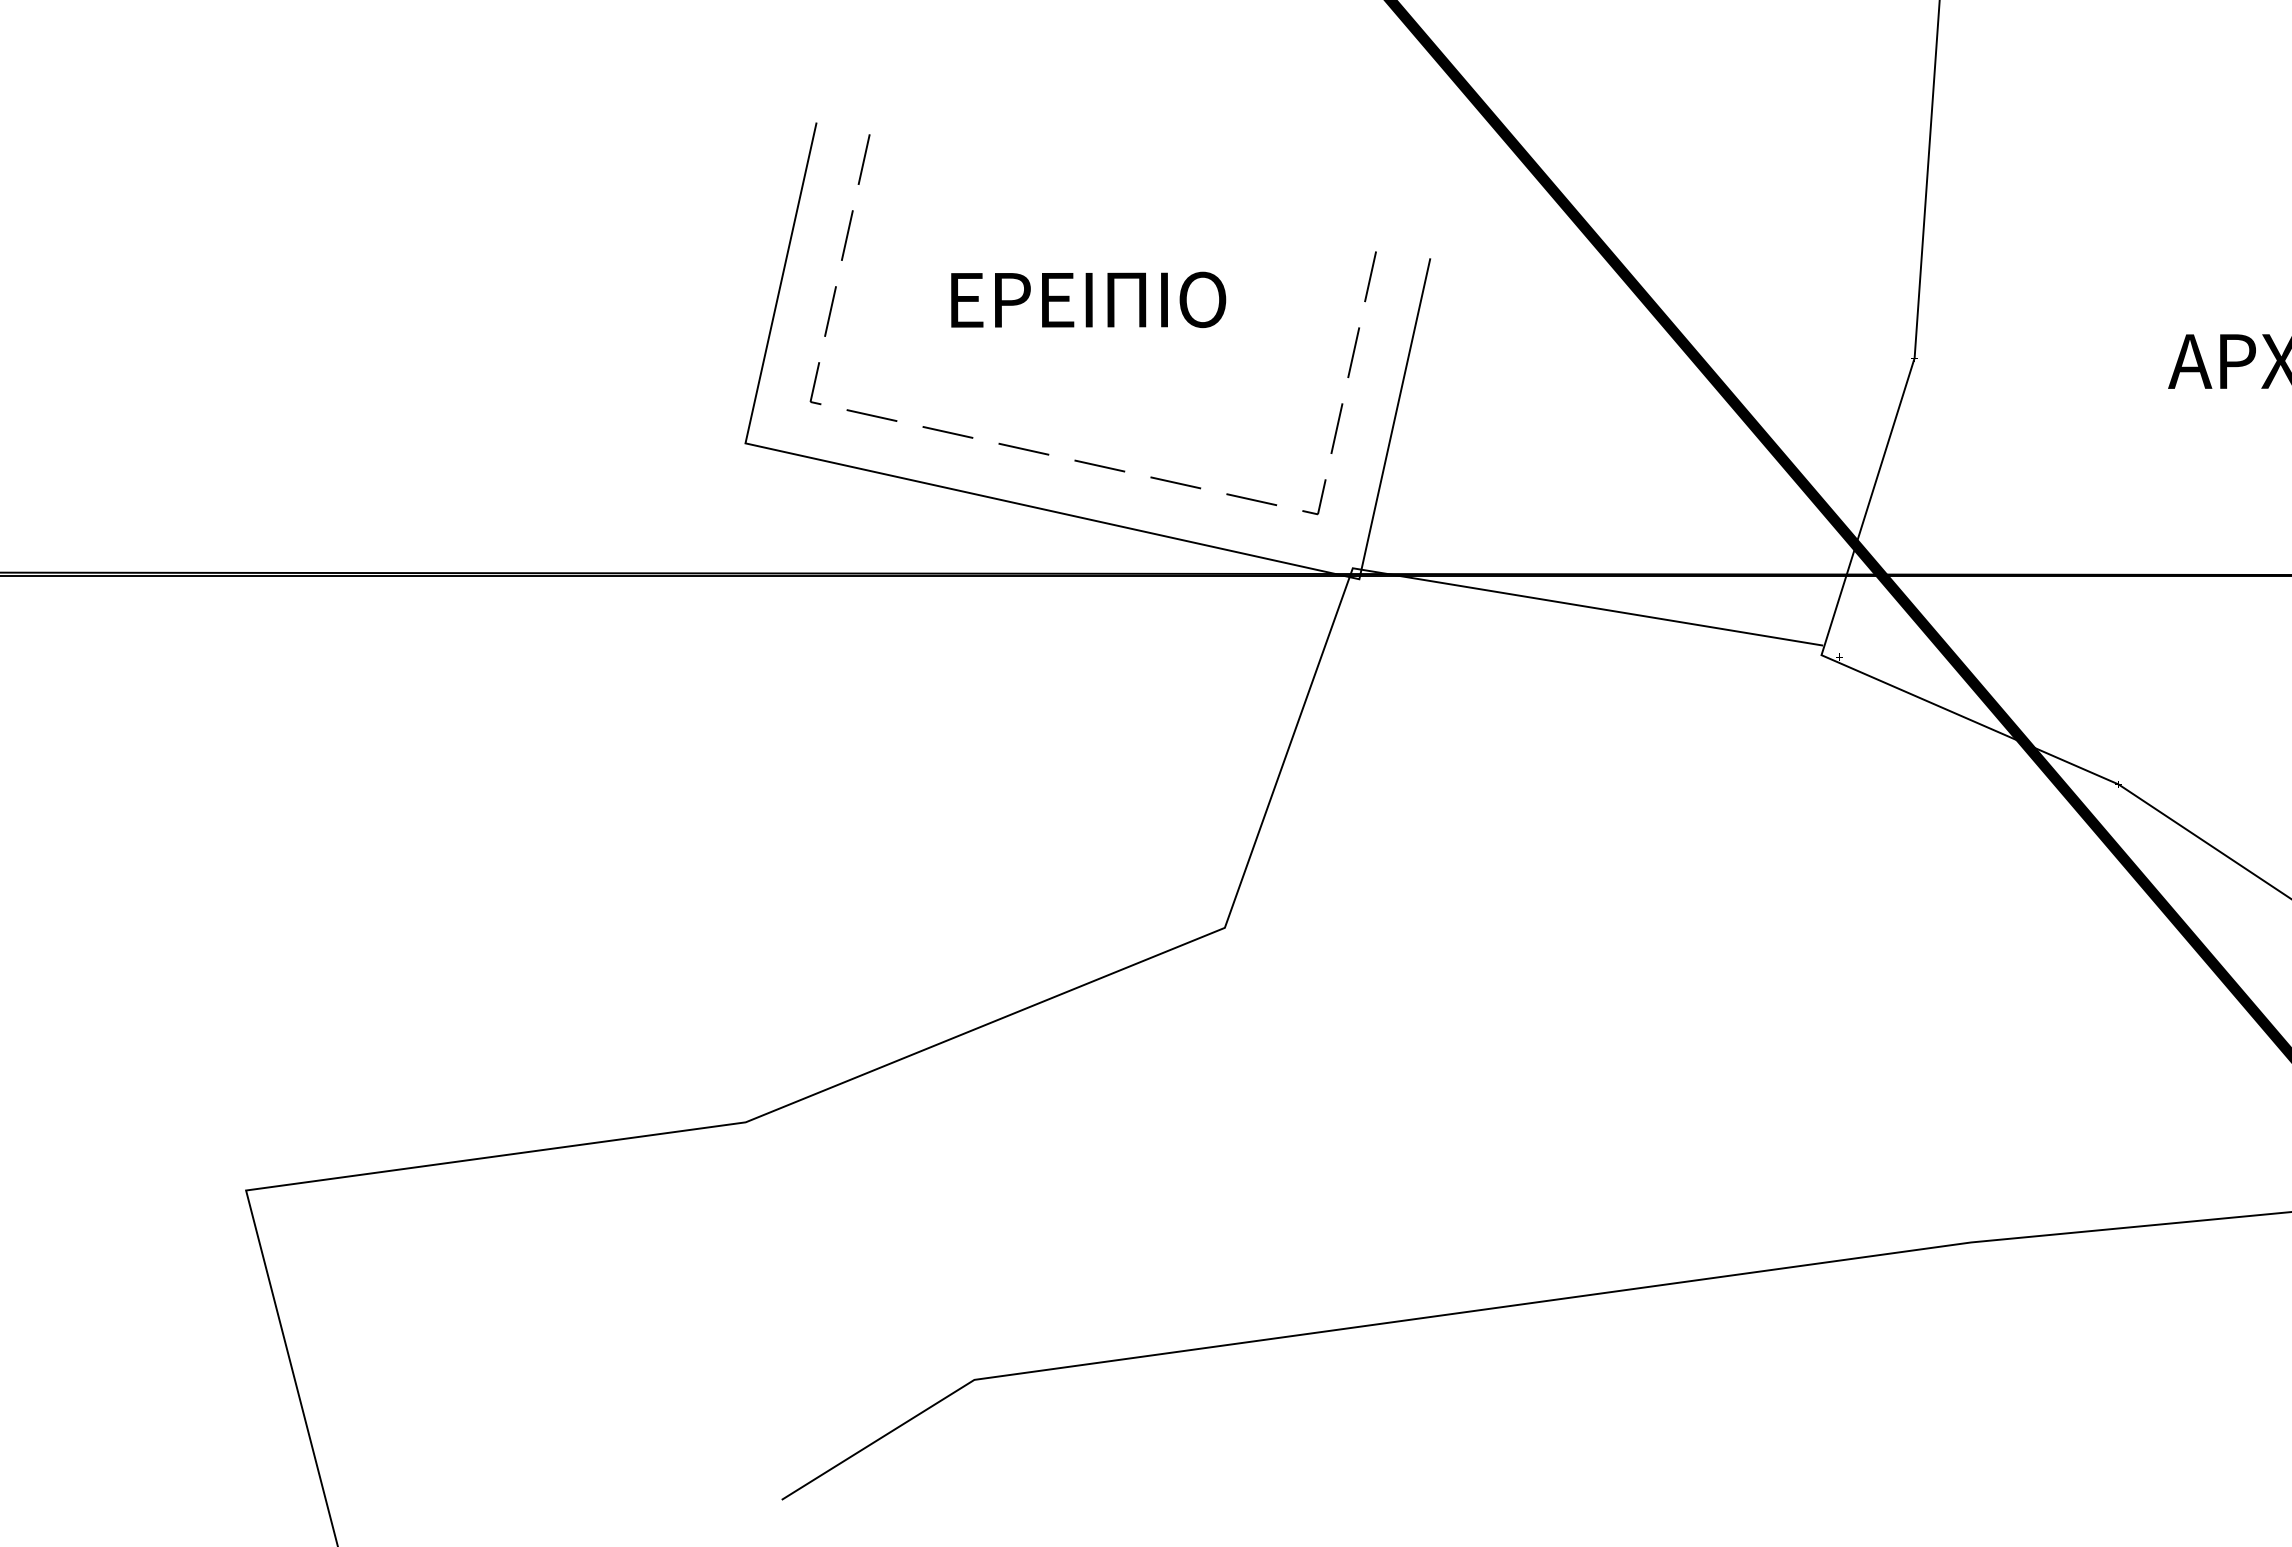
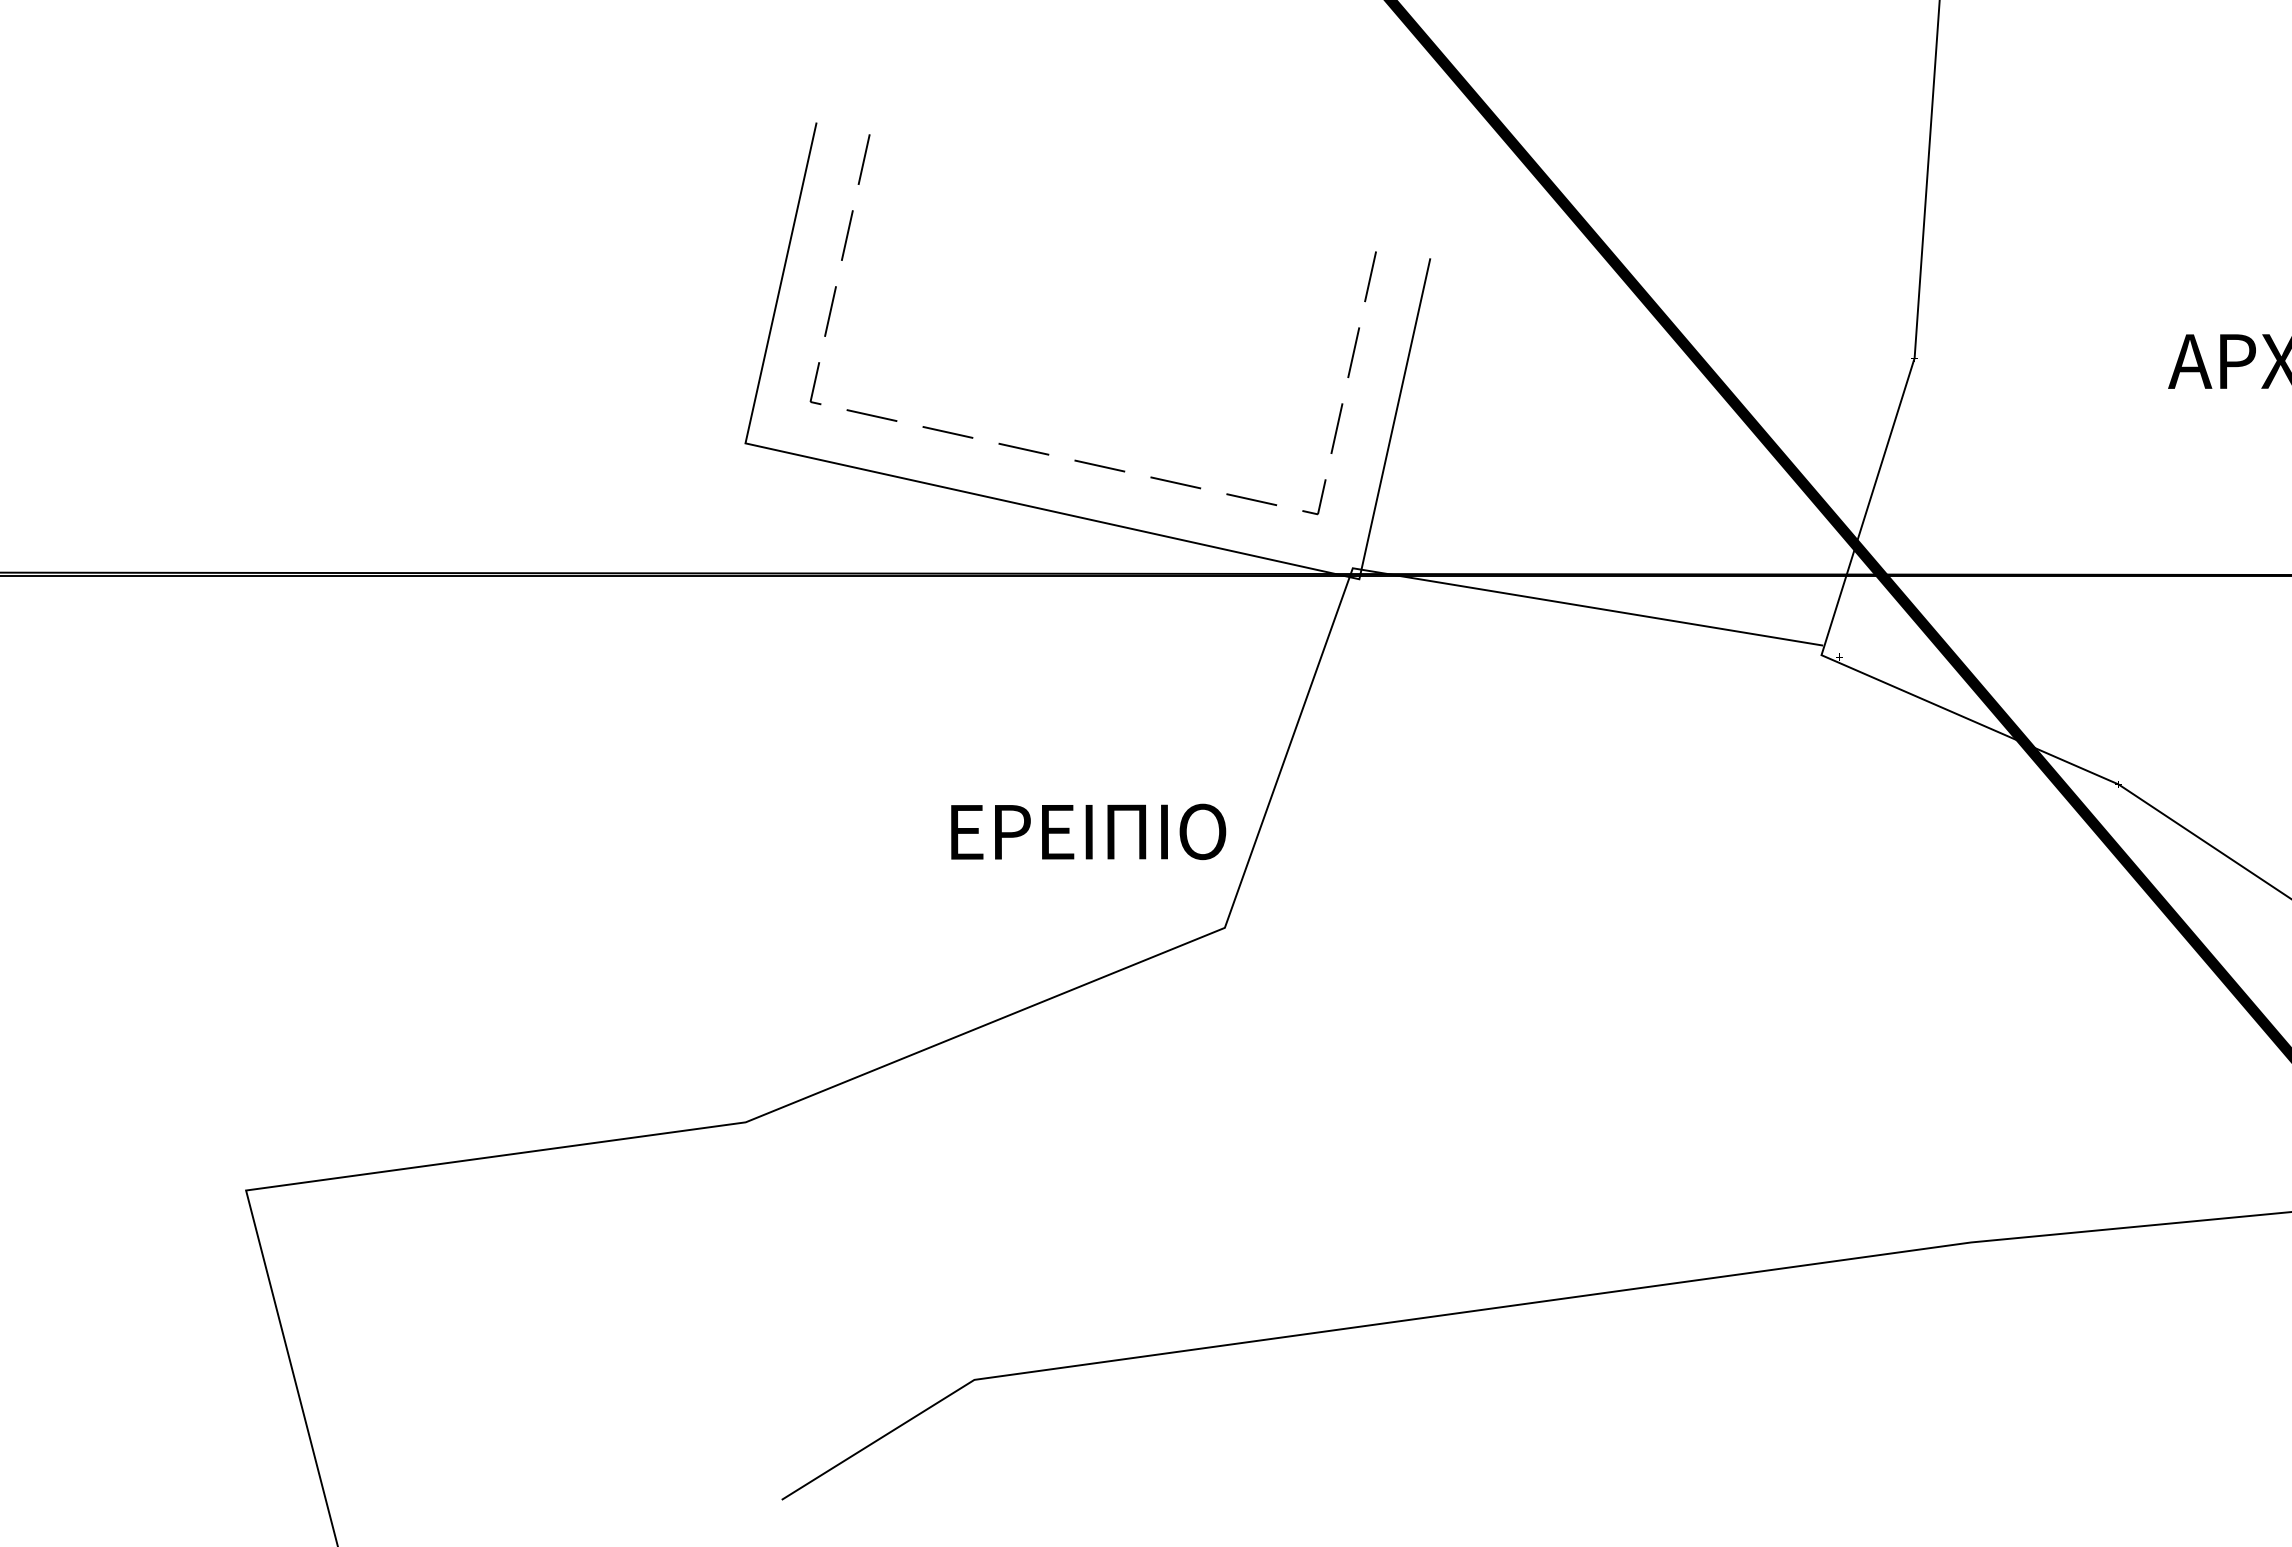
text at (1088, 299) position: (1088, 299) -> (1088, 831)
